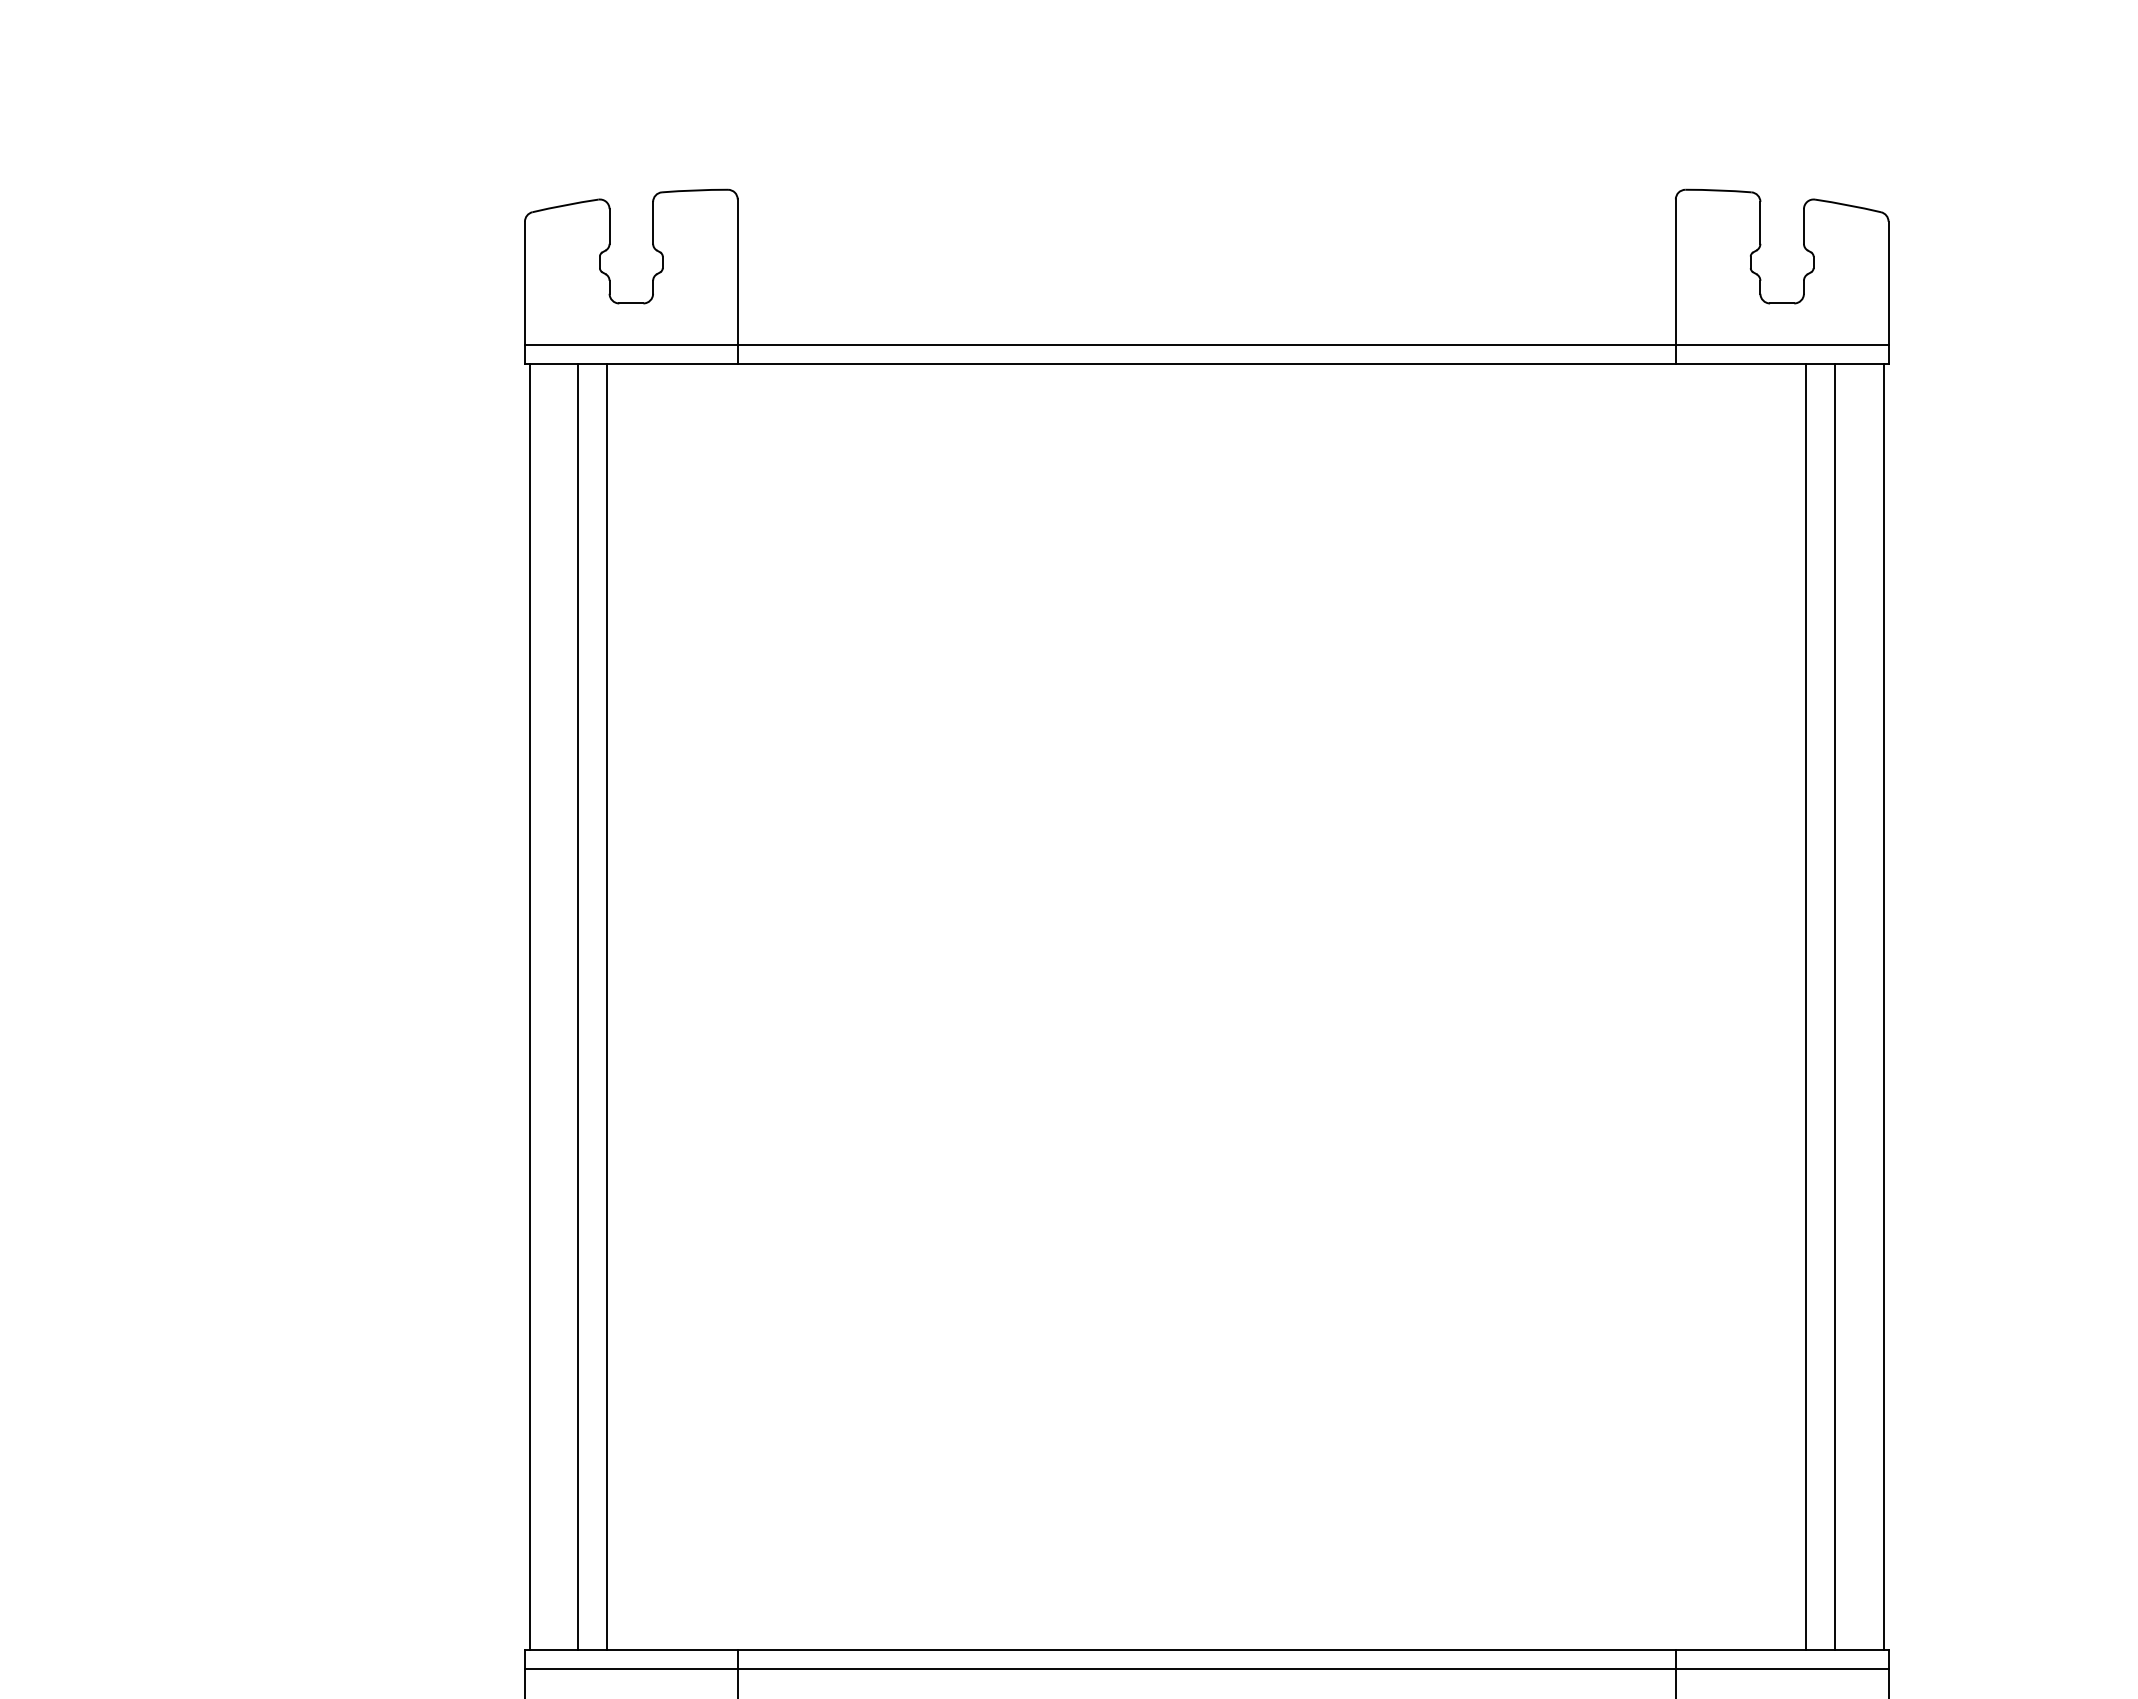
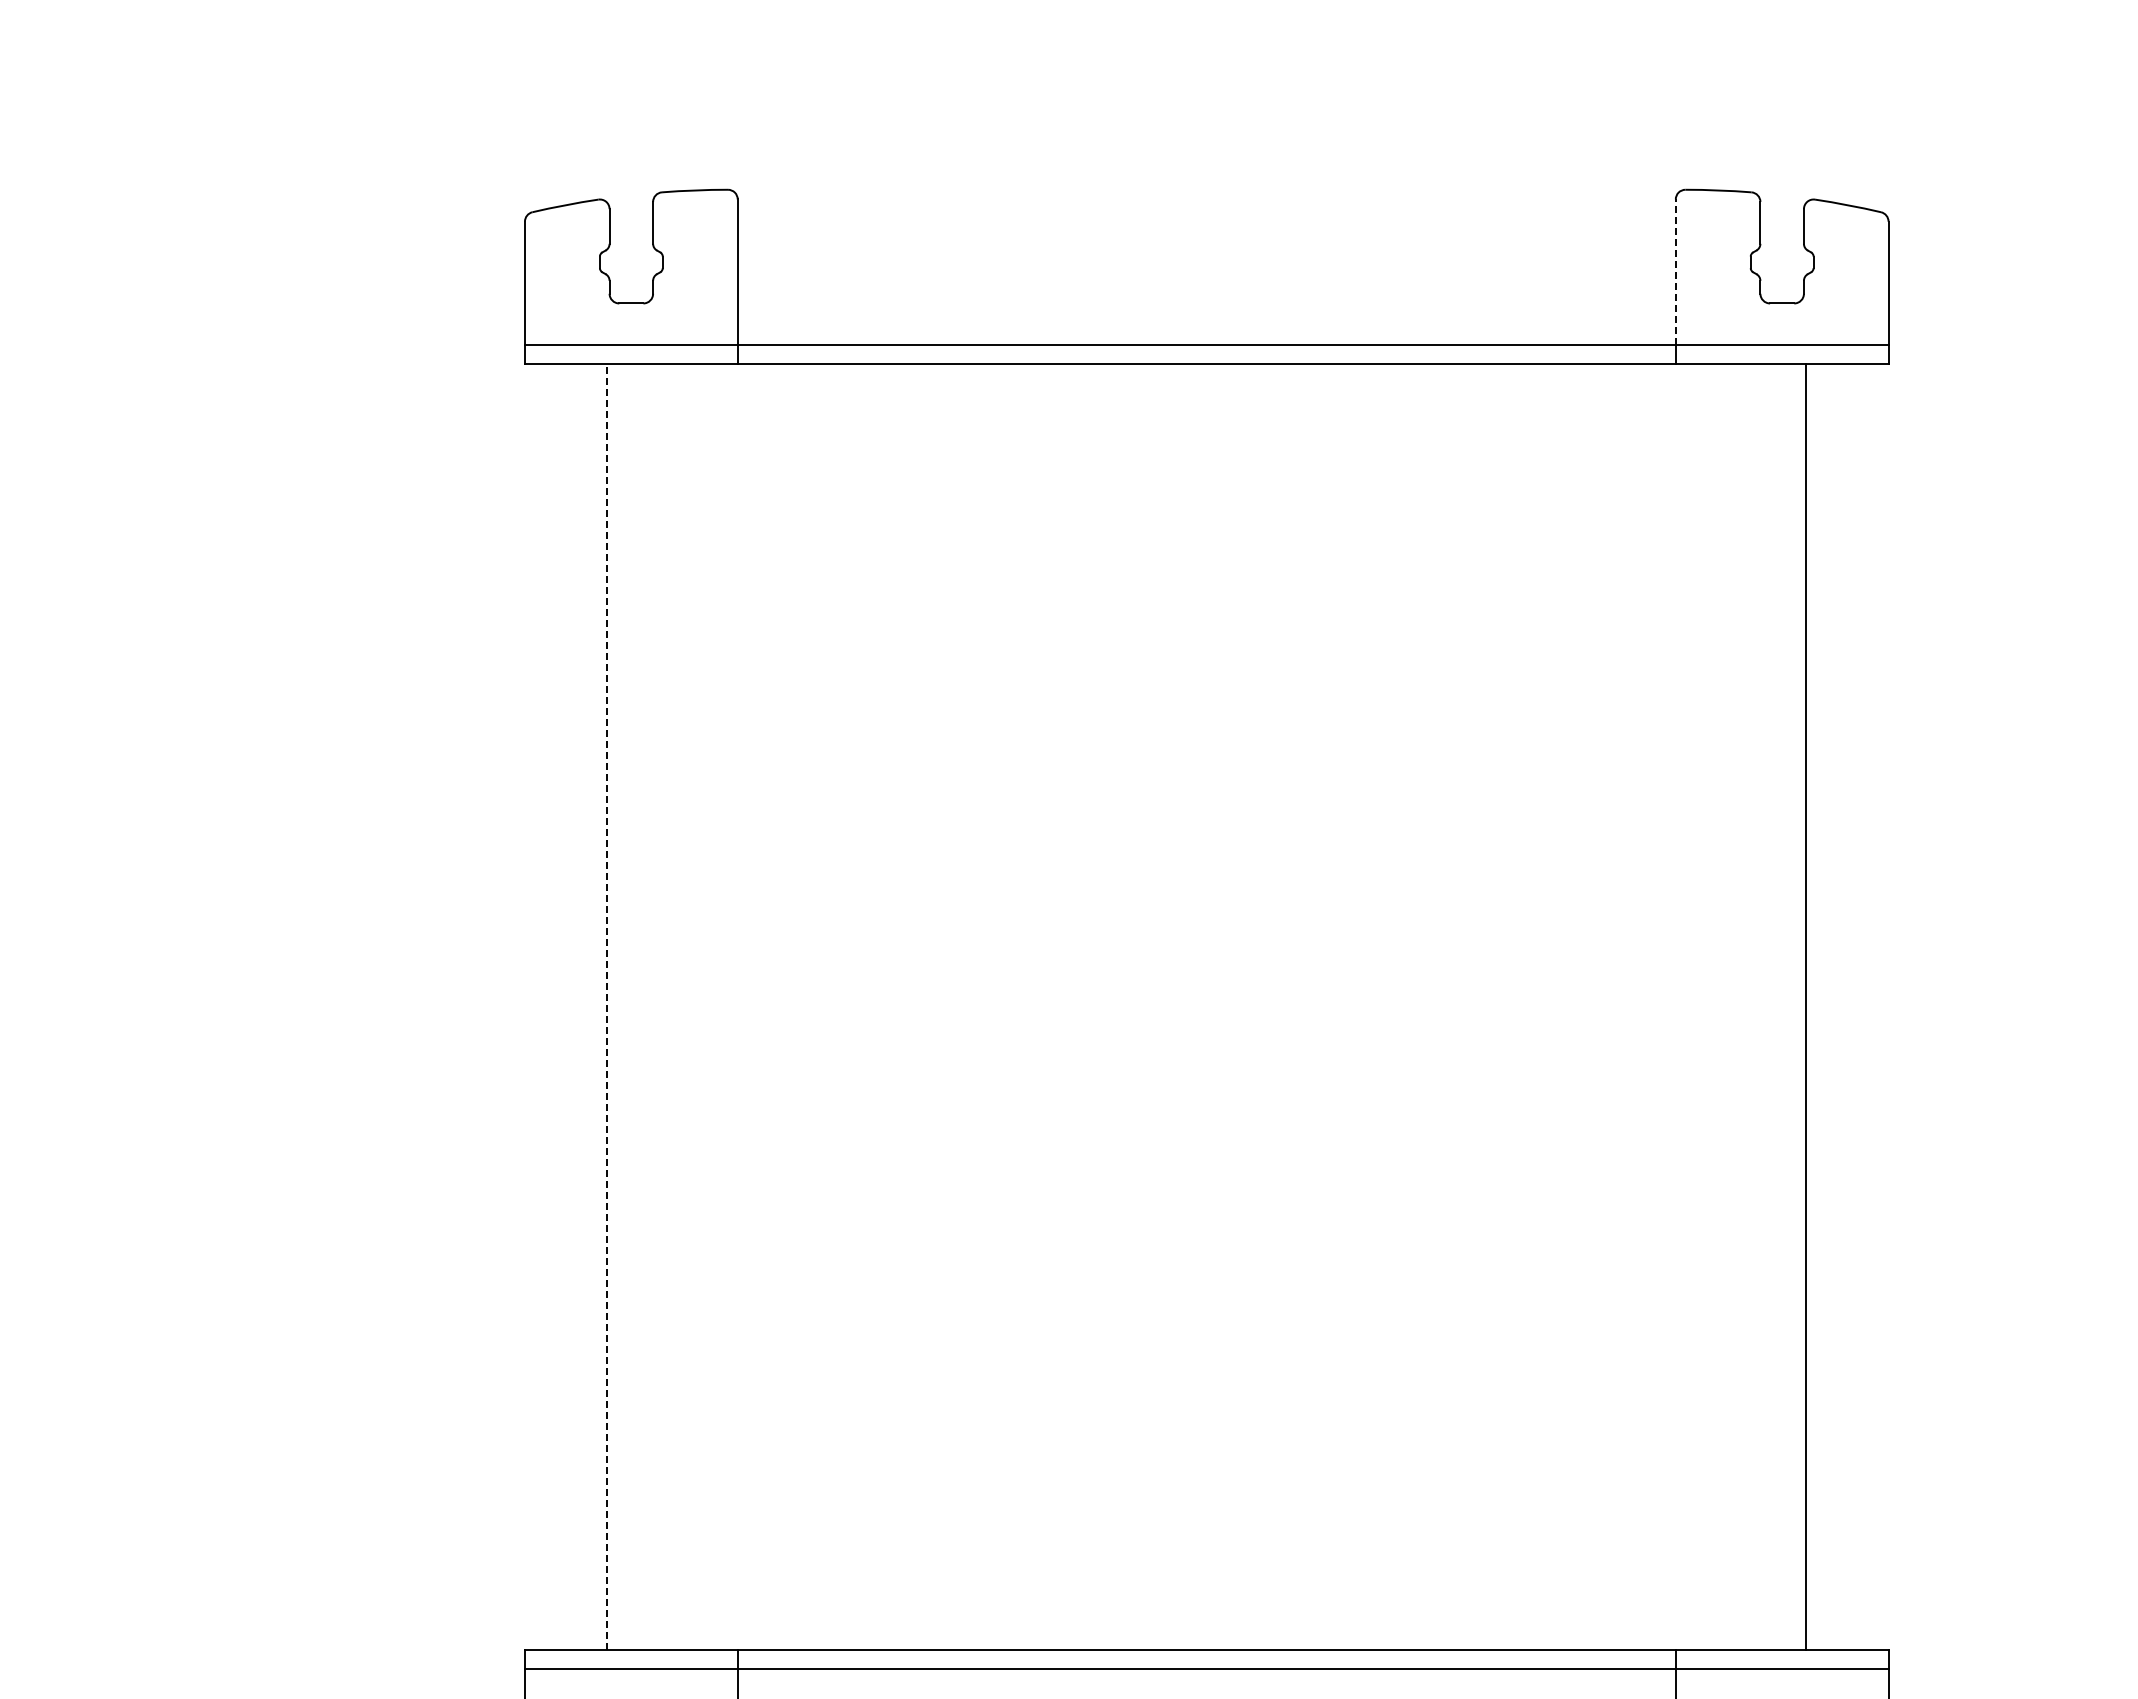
line at (1675, 272): solid -> dashed
line at (529, 1006): present -> none
line at (578, 1006): present -> none
line at (607, 1006): solid -> dashed
line at (1835, 1006): present -> none
line at (1883, 1006): present -> none
